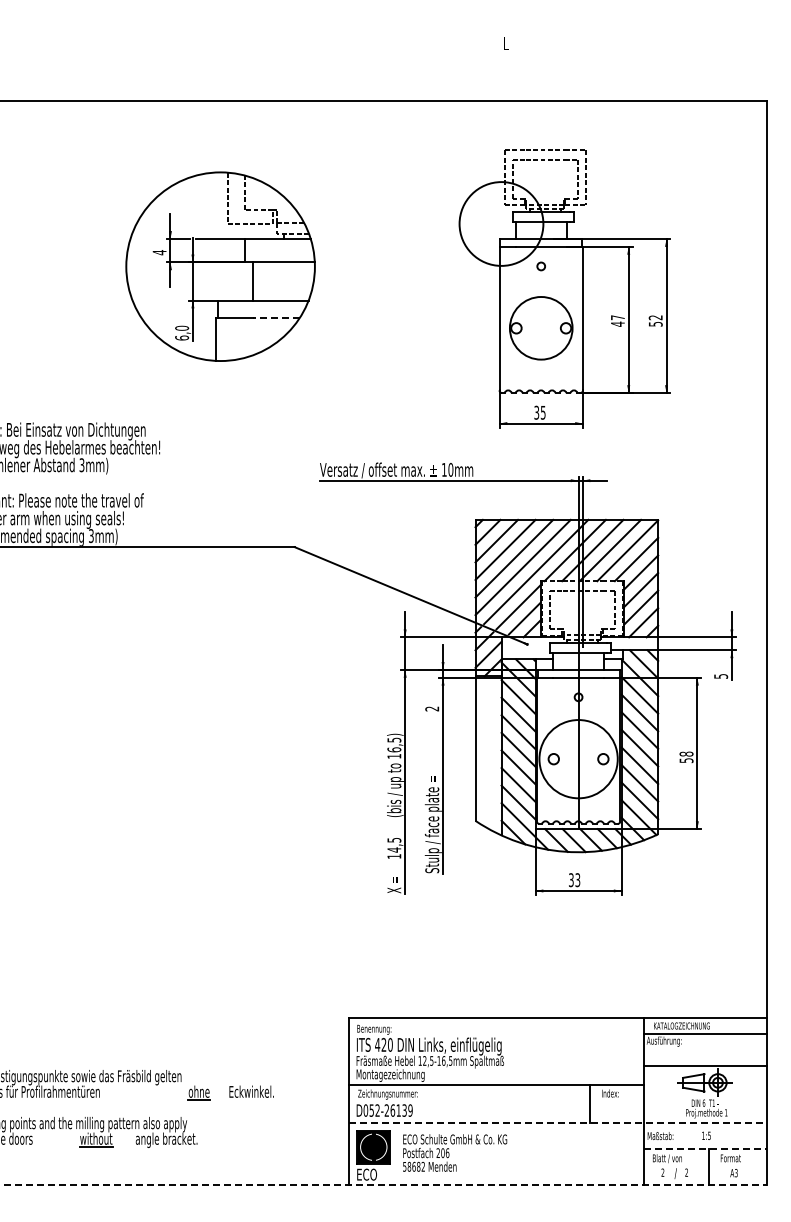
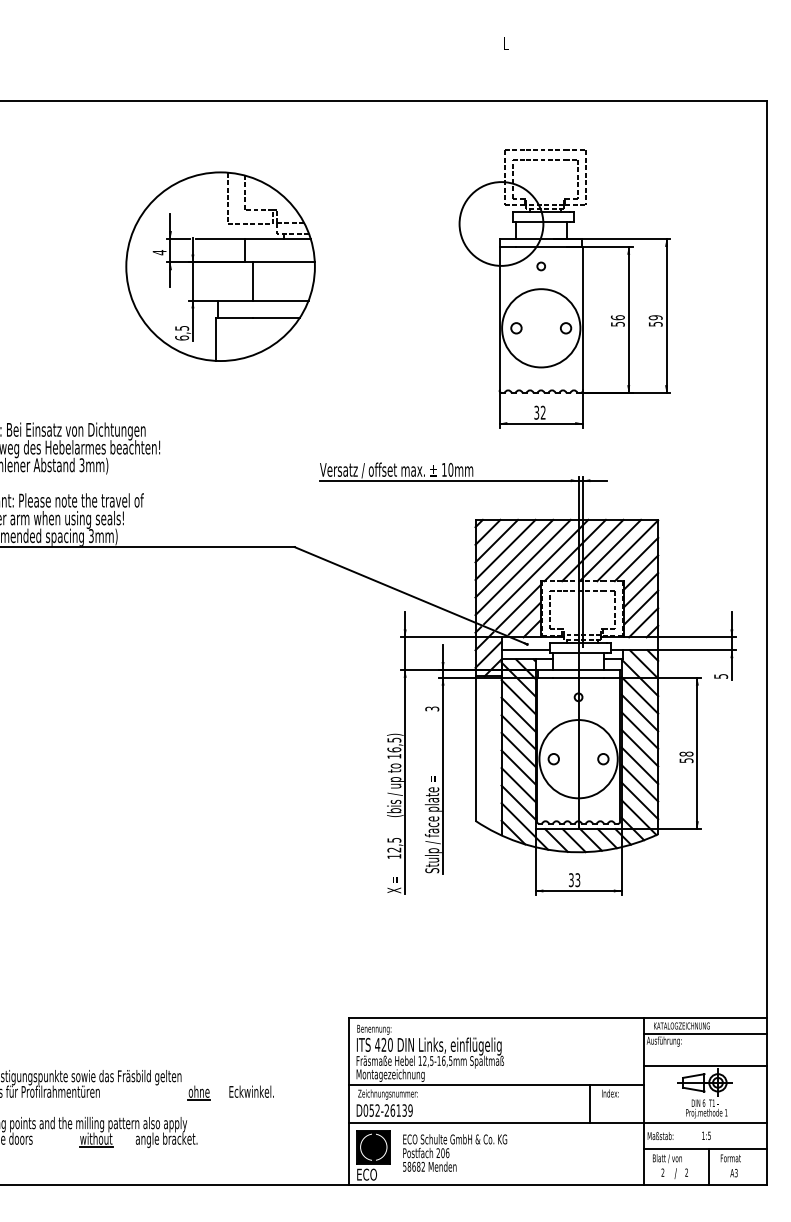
text at (655, 317): 52 -> 59
line at (275, 318): dashed -> solid
text at (617, 320): 47 -> 56
text at (182, 327): 6,0 -> 6,5
circle at (540, 328) diameter: 63 px -> 78 px
text at (542, 412): 35 -> 32
line at (525, 650): none -> present
text at (432, 708): 2 -> 3
text at (394, 849): 14,5 -> 12,5
line at (558, 1123): dashed -> solid
line at (705, 1148): dashed -> solid
line at (384, 1185): dashed -> solid
